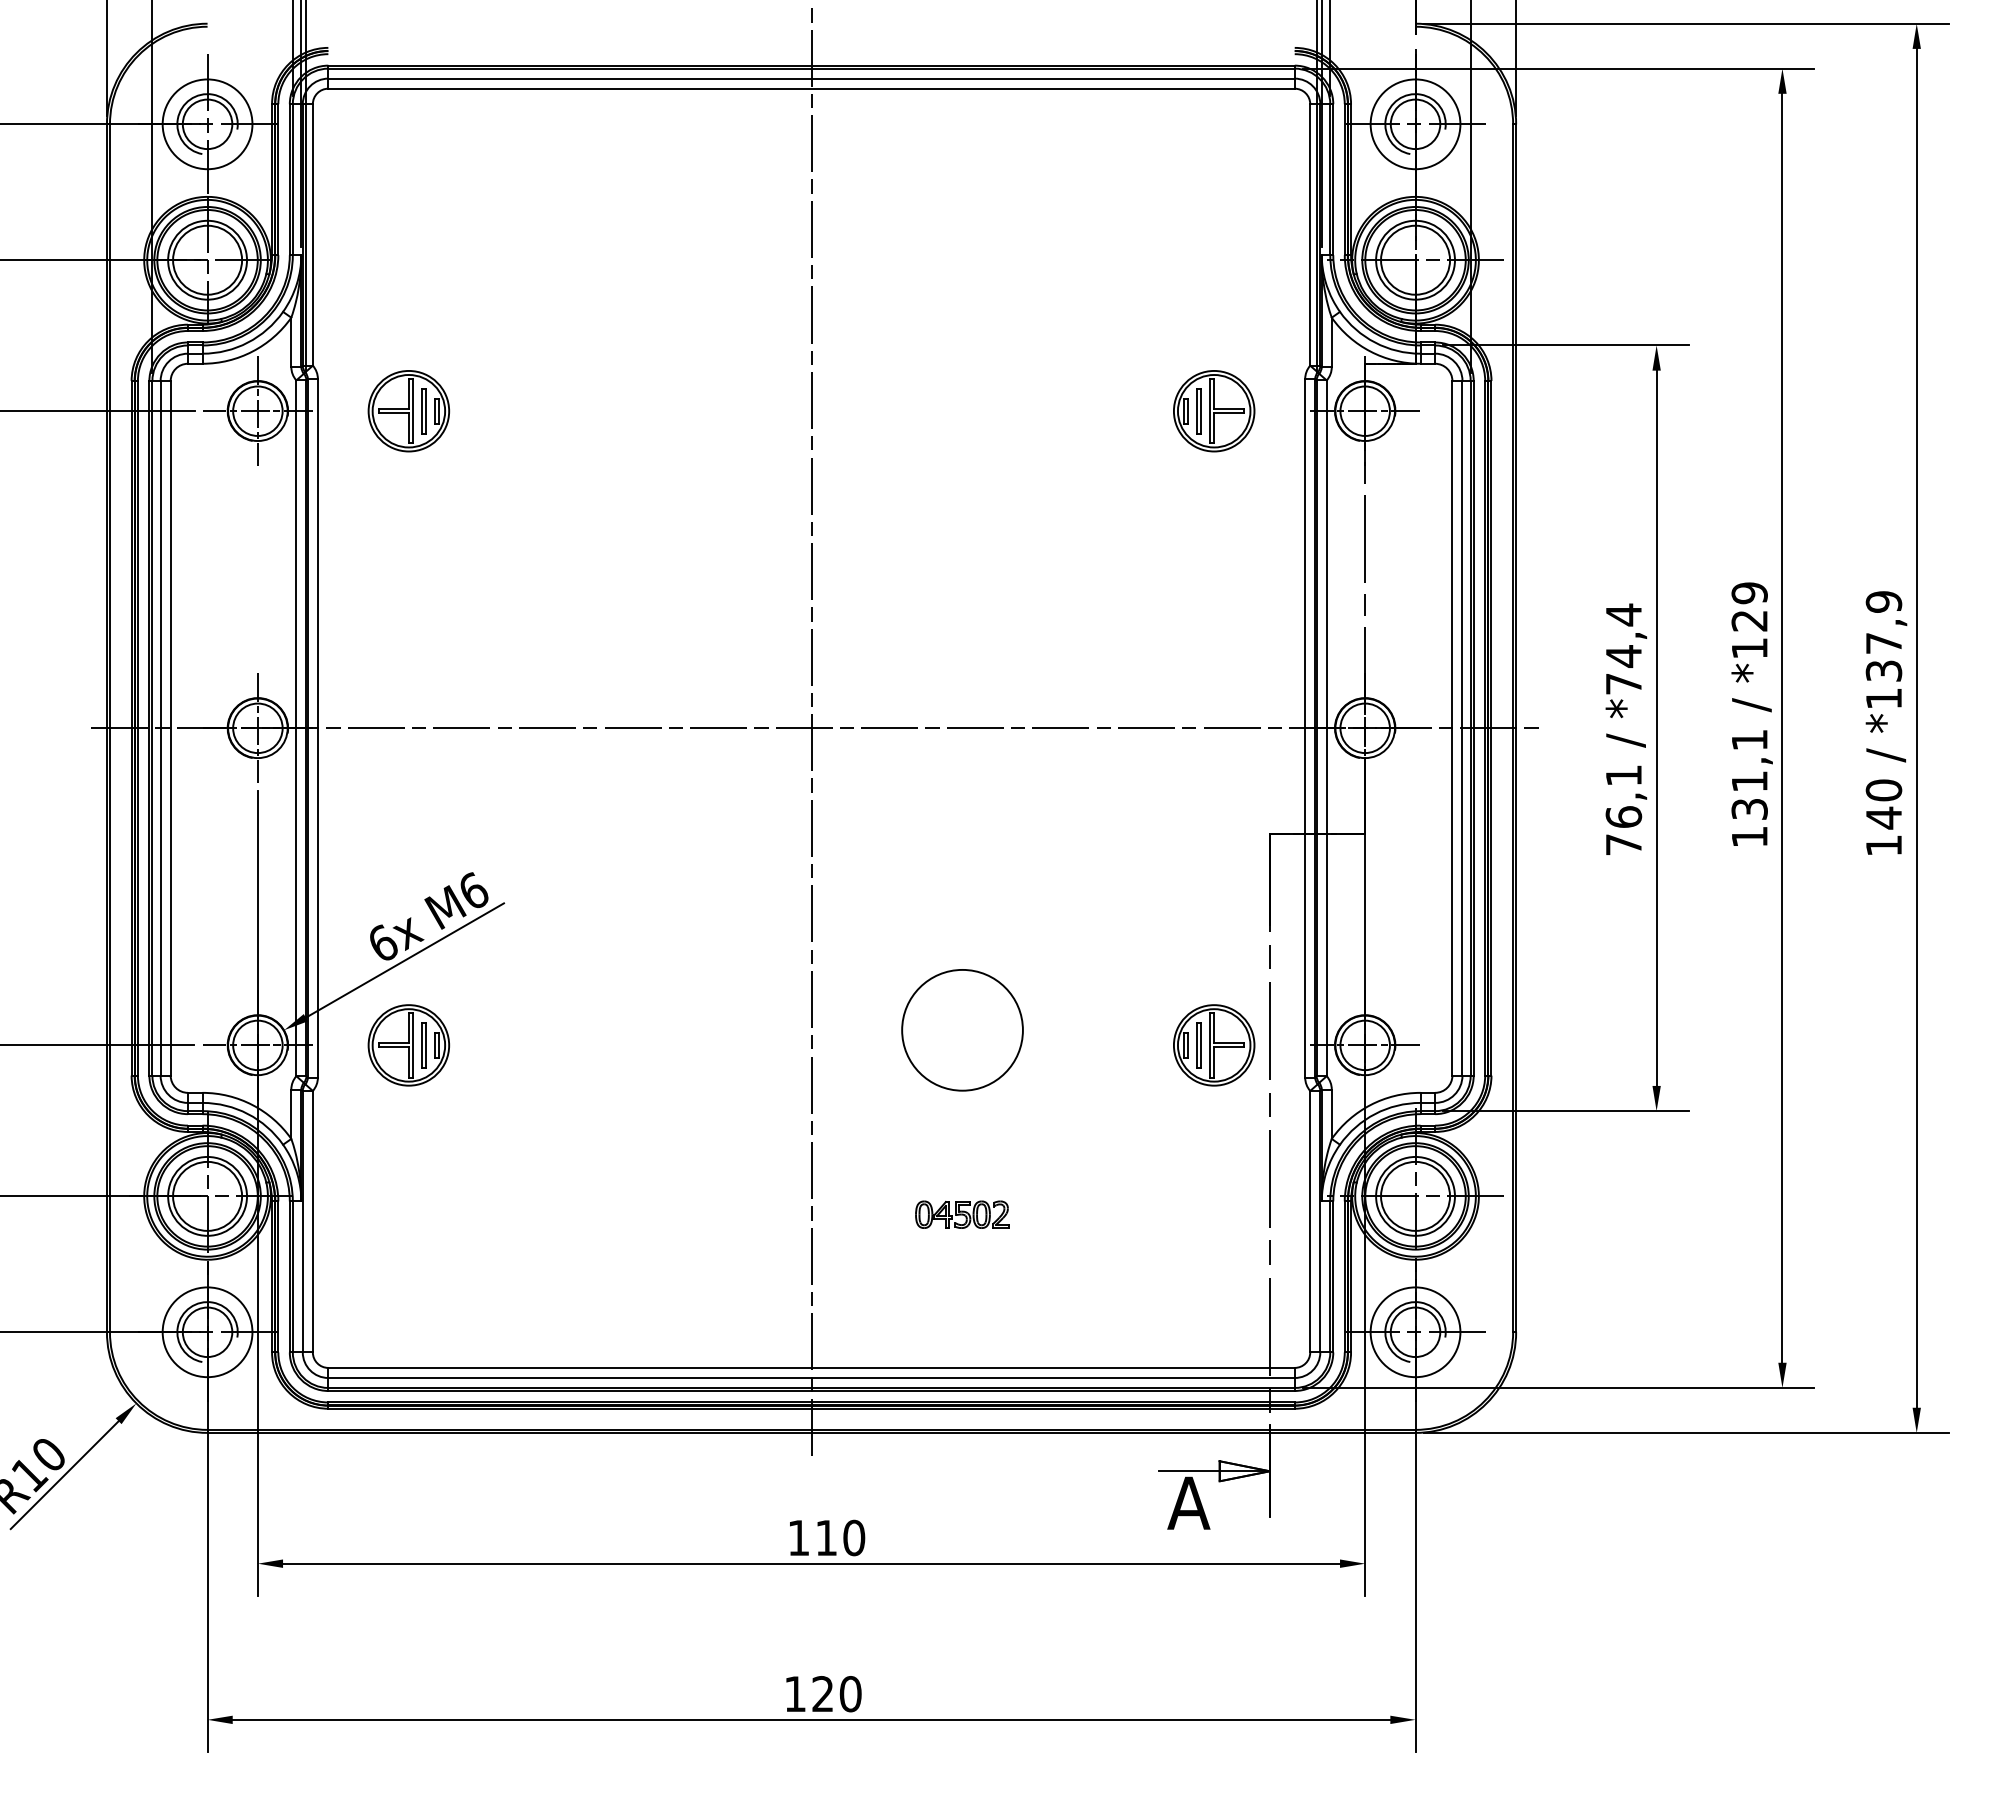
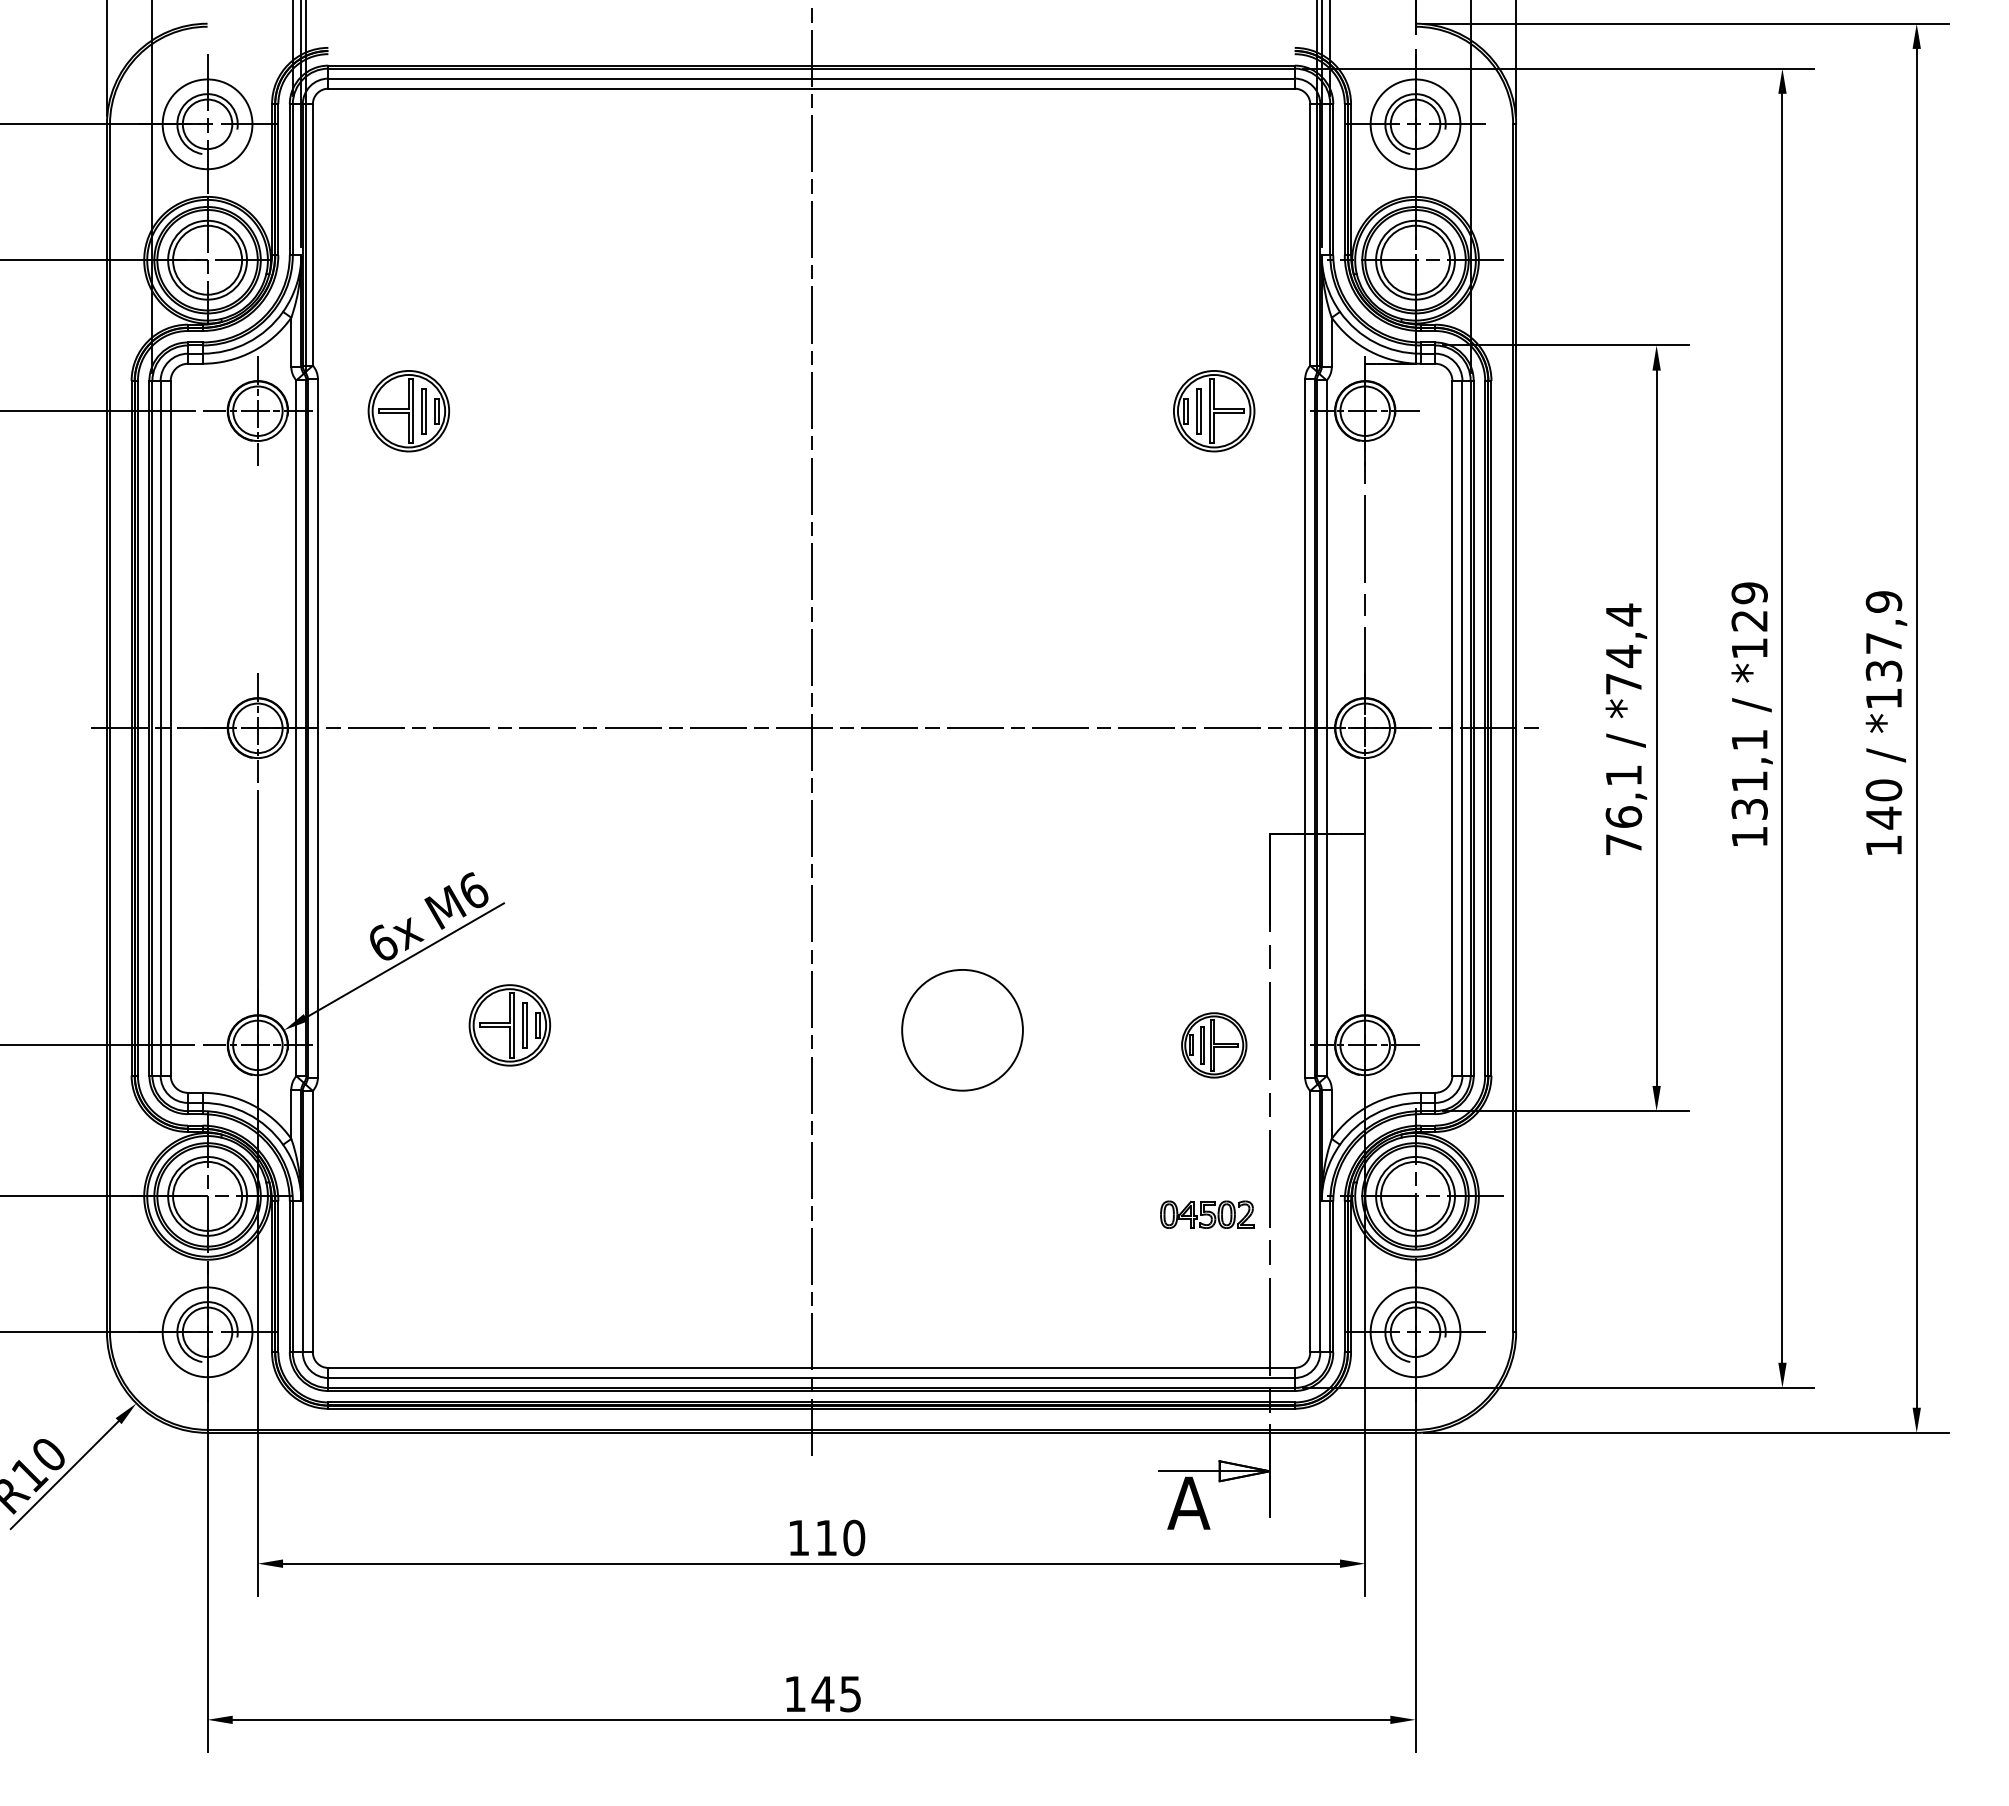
part at (408, 1045) position: (408, 1045) -> (509, 1025)
part at (1214, 1045) size: 83x83 px -> 67x67 px
part at (962, 1214) position: (962, 1214) -> (1207, 1214)
text at (836, 1694): 120 -> 145
